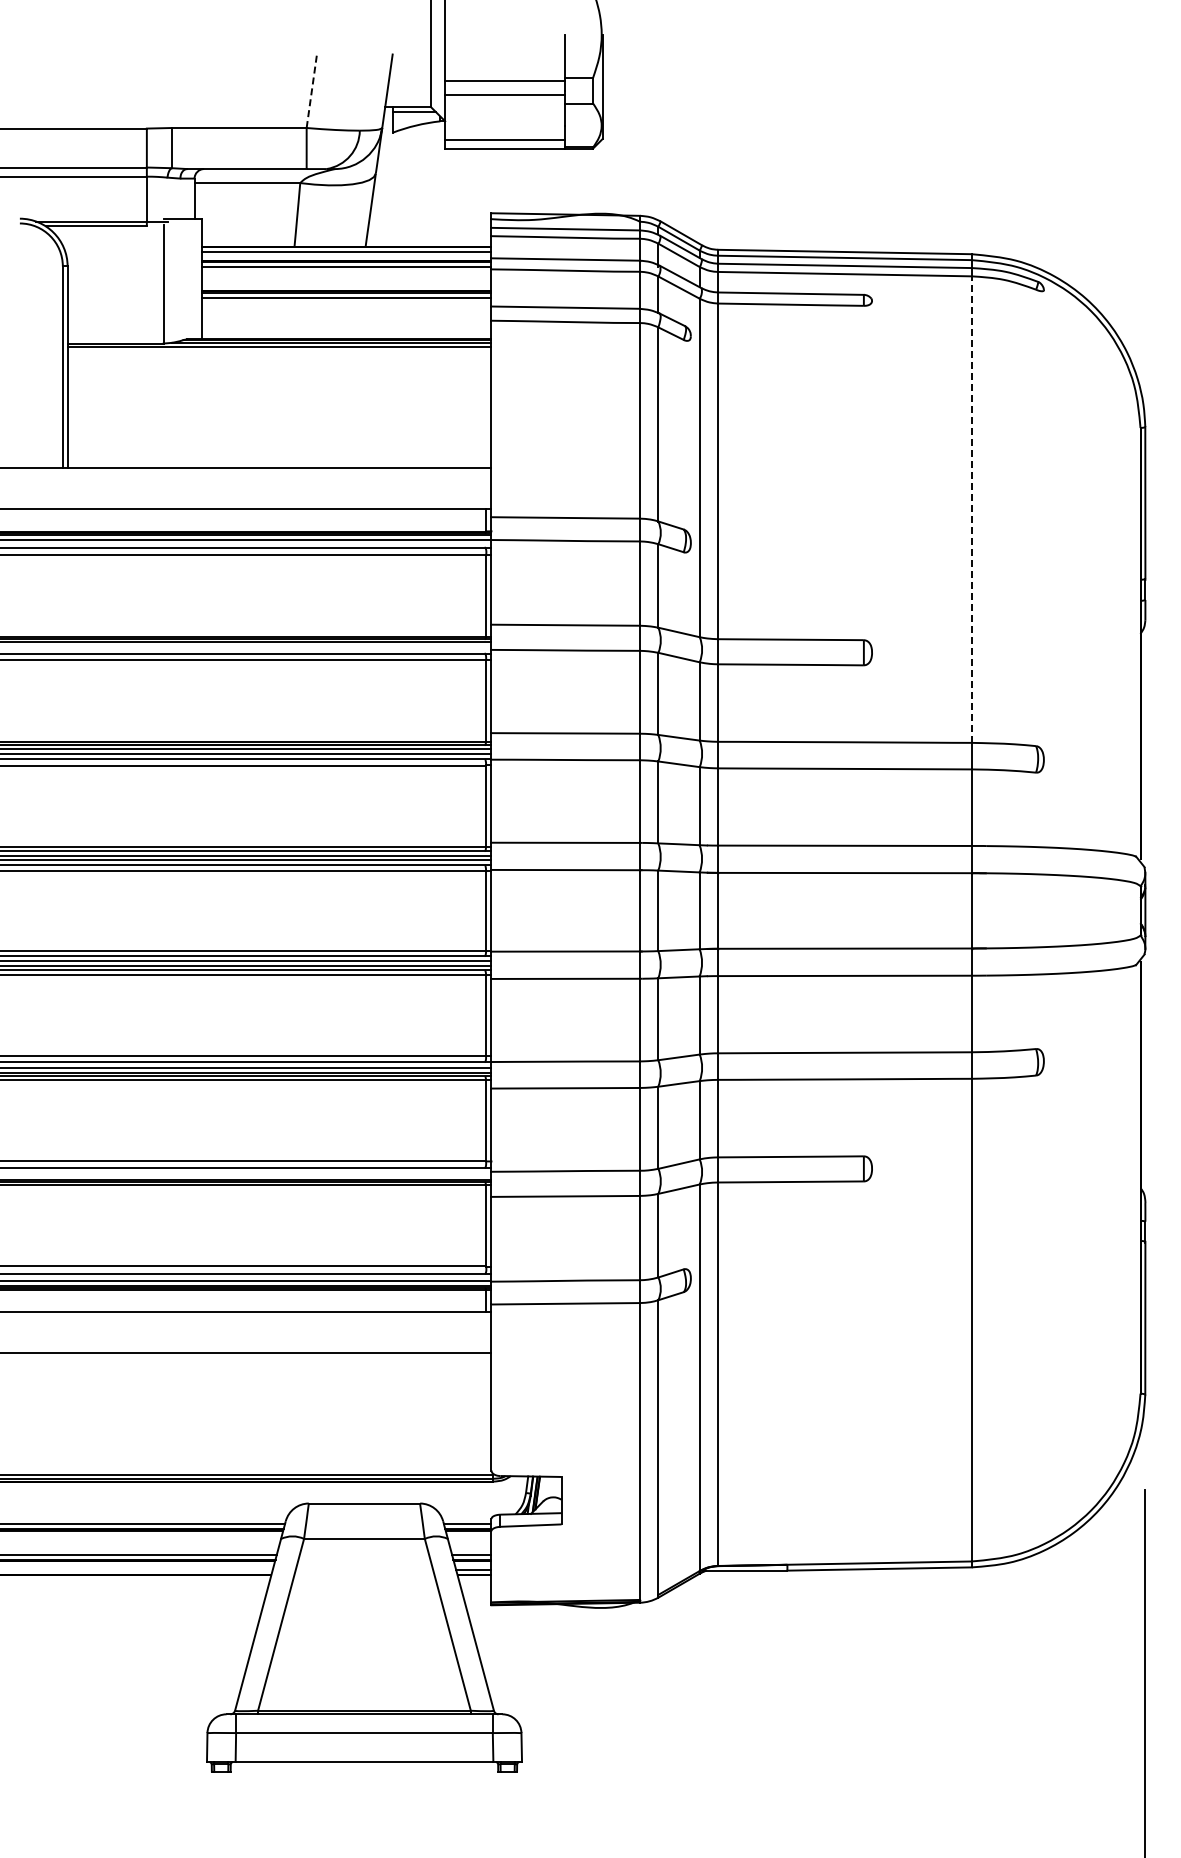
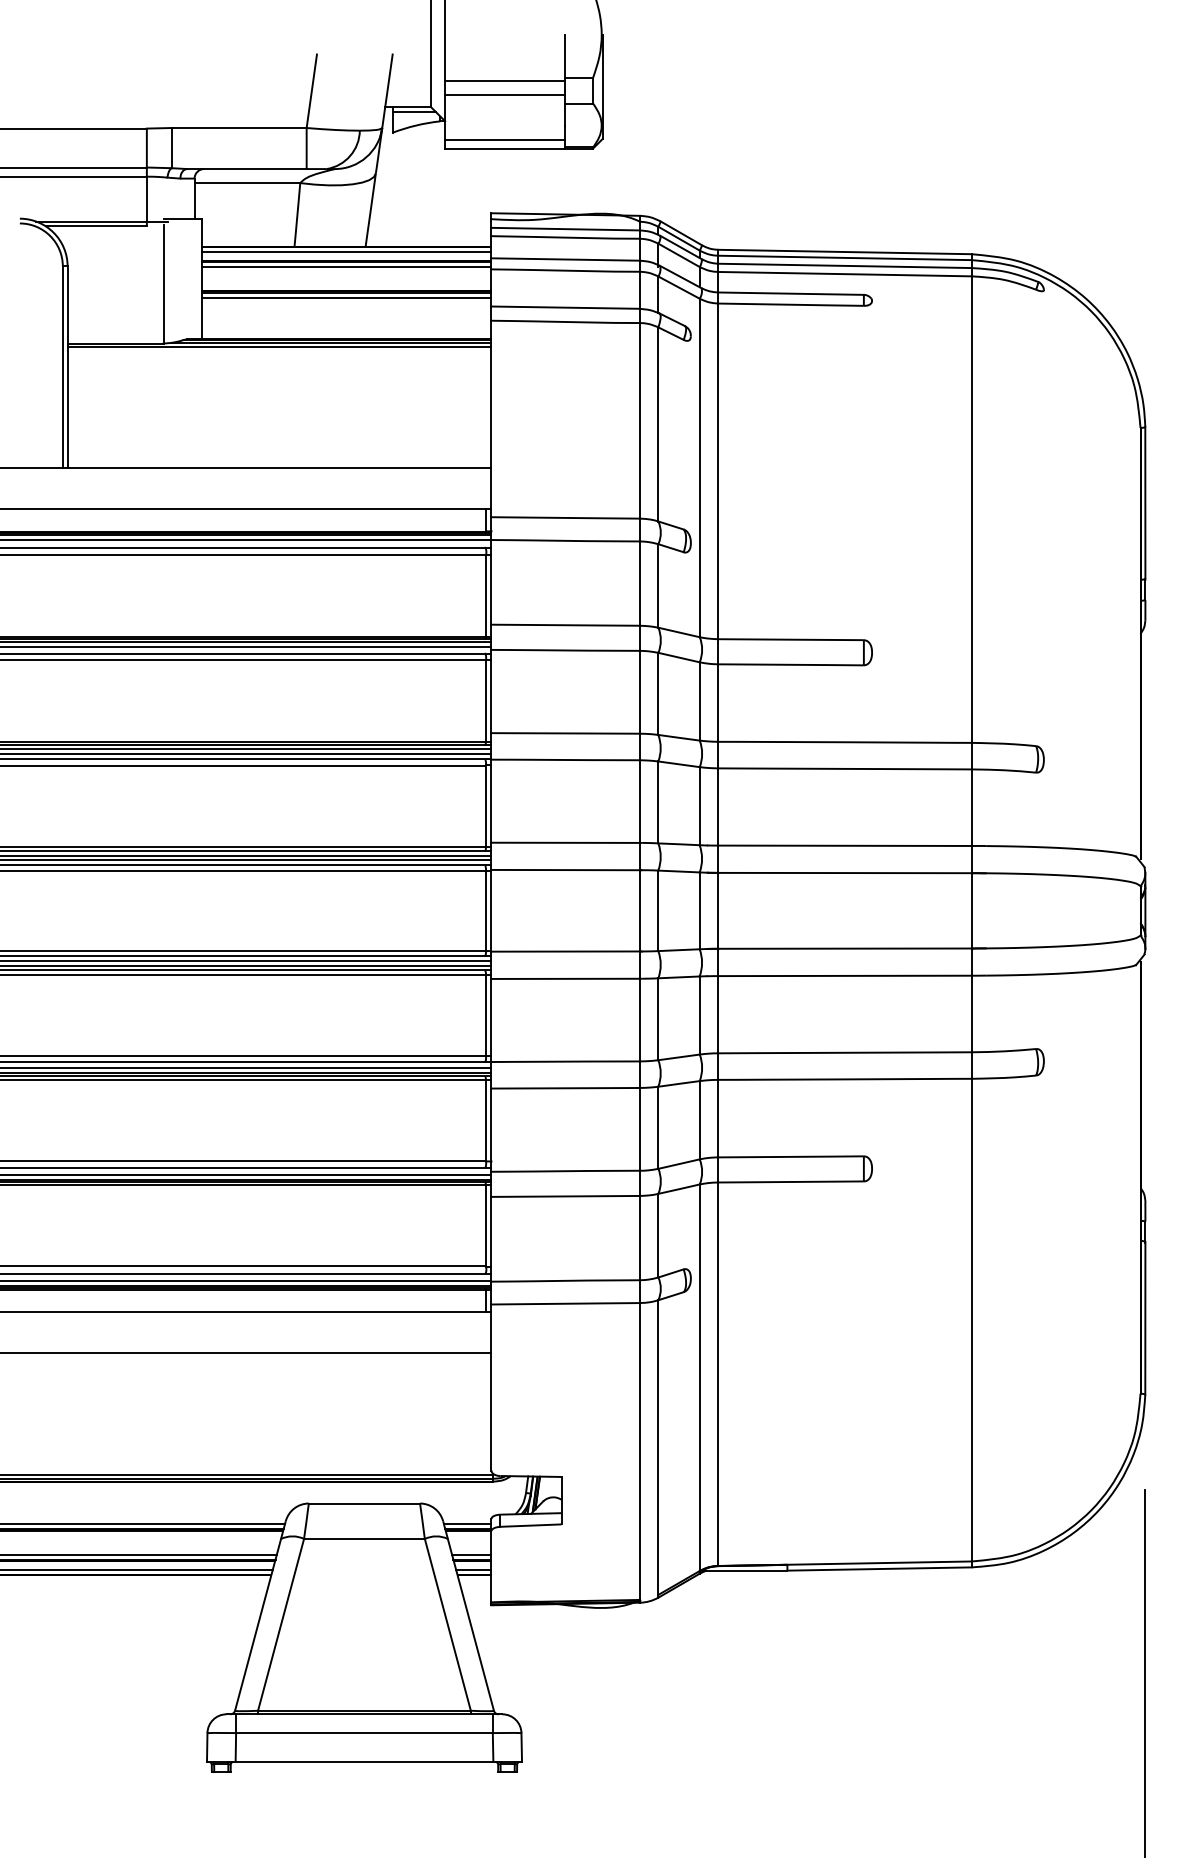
line at (311, 90): dashed -> solid
line at (971, 509): dashed -> solid
line at (246, 646): none -> present
line at (246, 1174): none -> present
line at (137, 1569): none -> present
